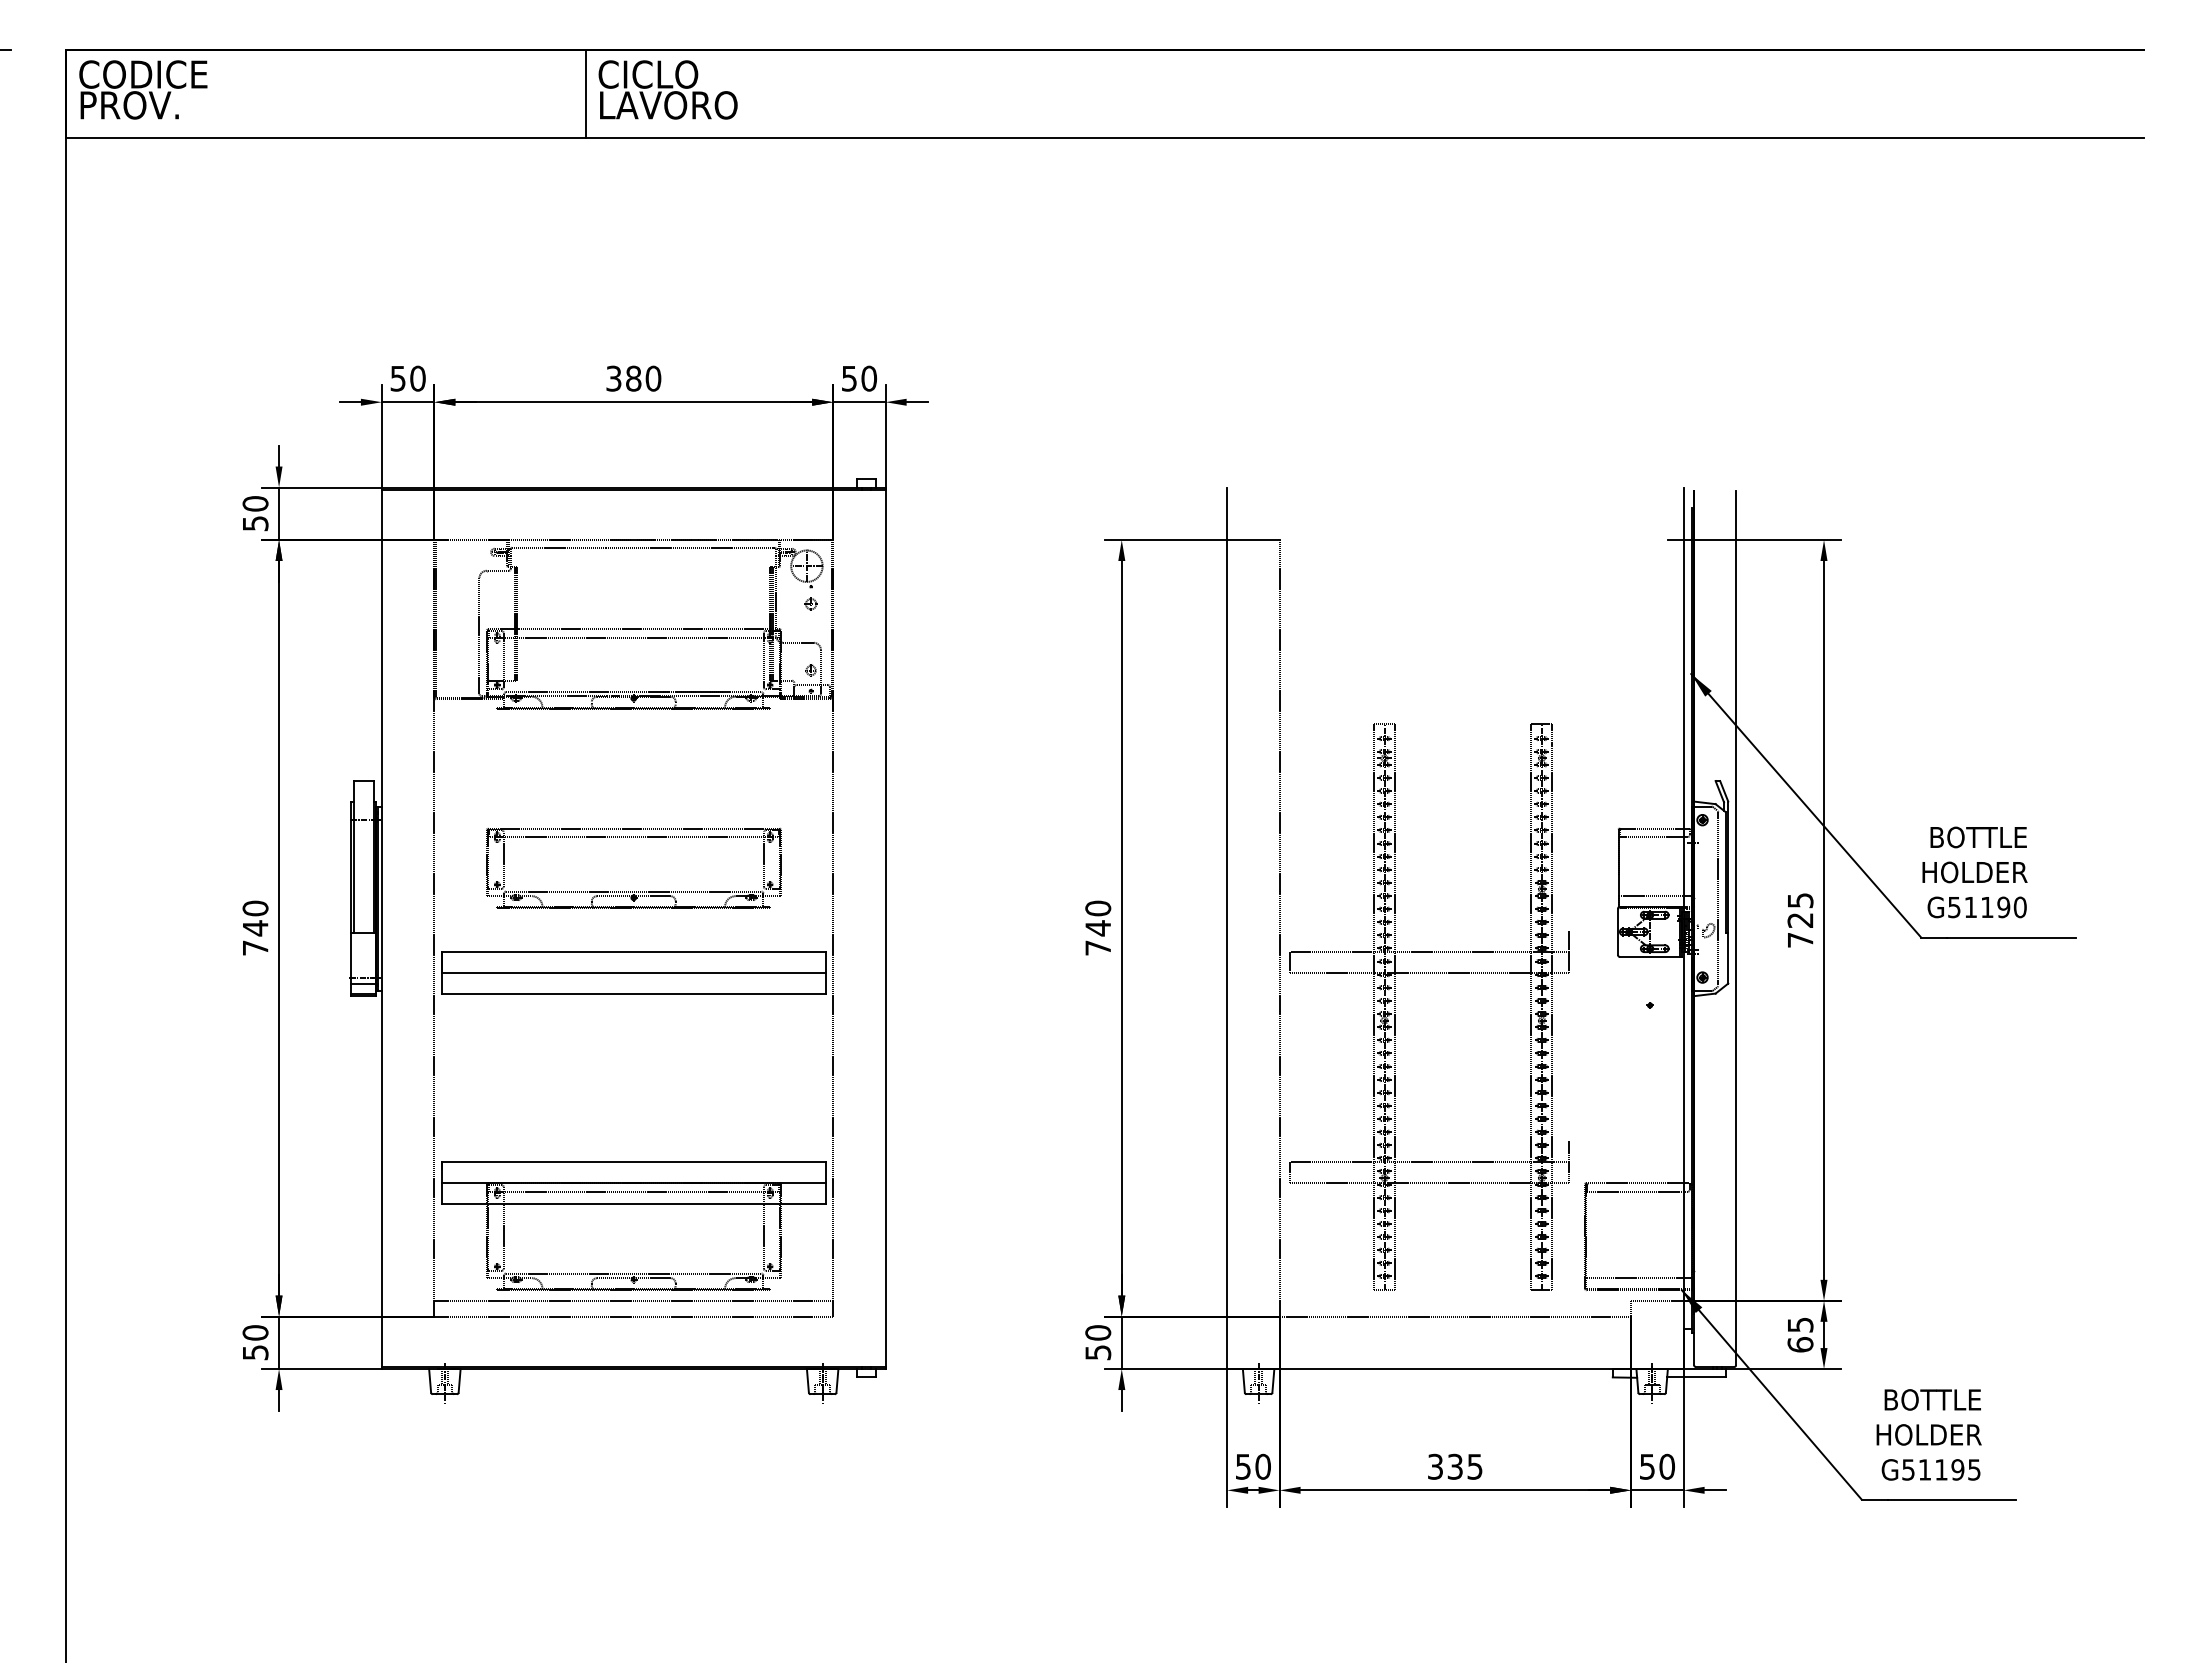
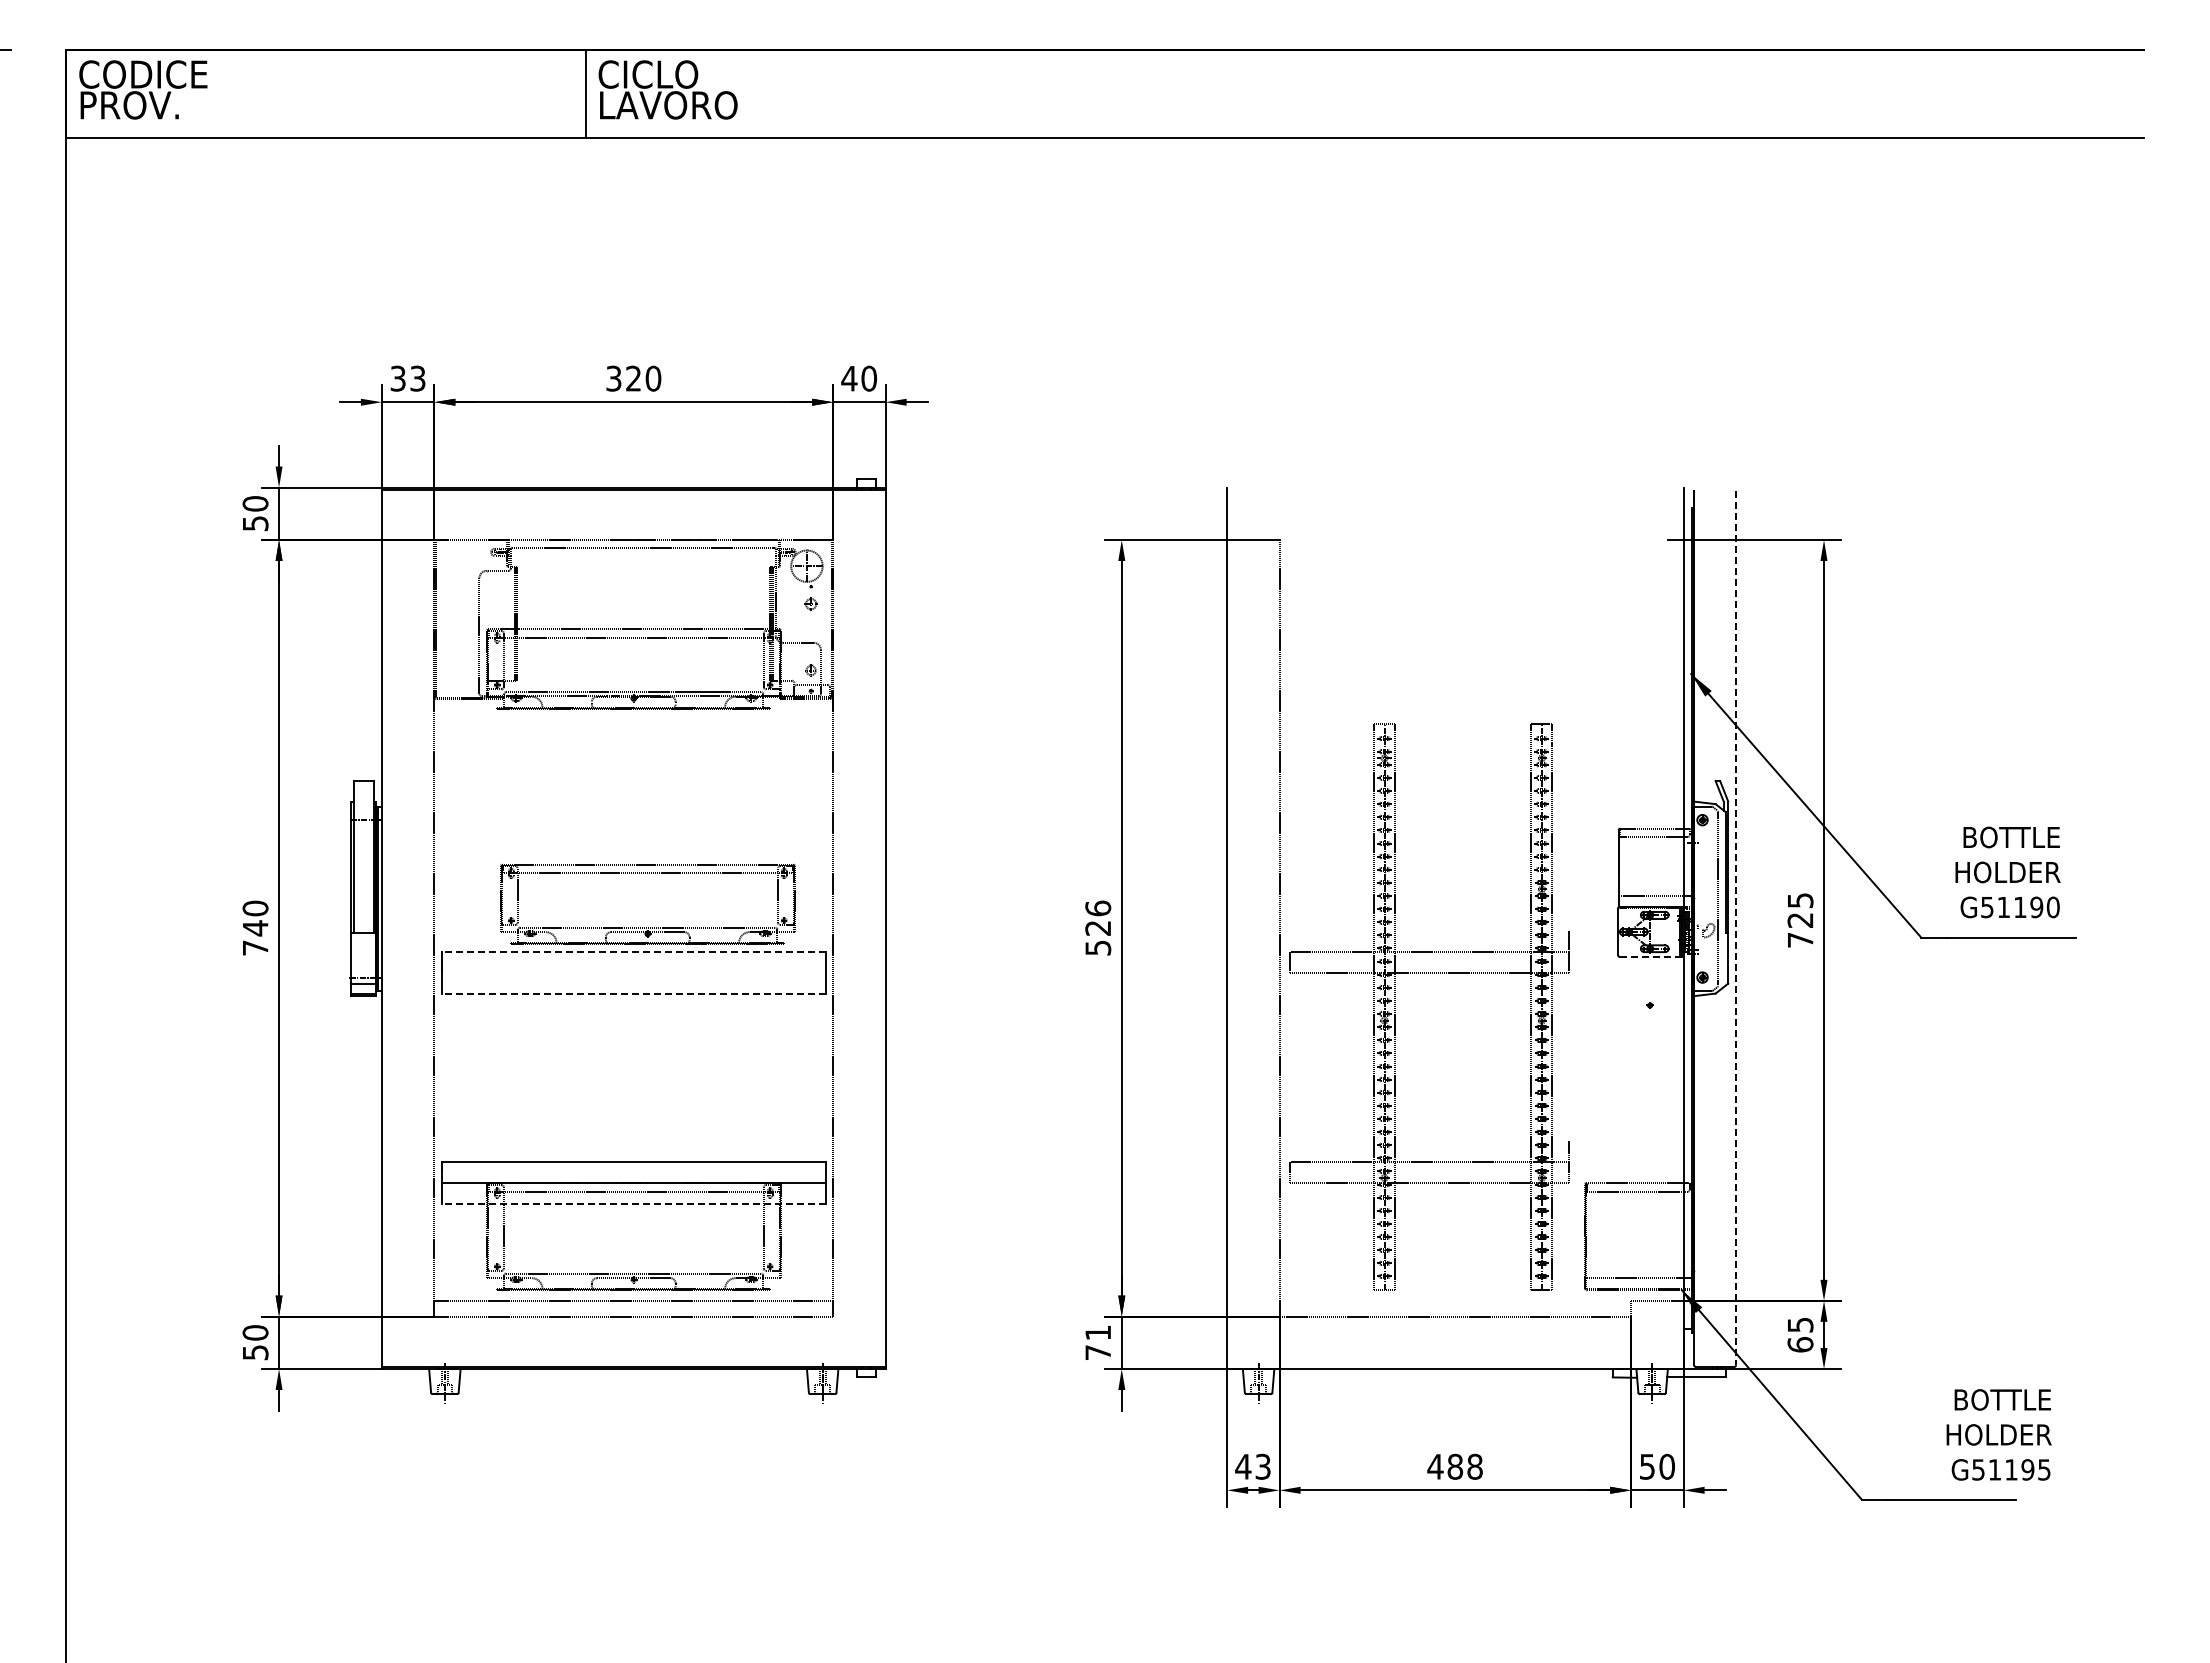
text at (408, 378): 50 -> 33
text at (633, 378): 380 -> 320
text at (849, 378): 50 -> 40
text at (1974, 872) position: (1974, 872) -> (2007, 872)
part at (632, 891) position: (632, 891) -> (646, 927)
text at (1098, 927): 740 -> 526
line at (1736, 928): solid -> dashed
line at (633, 952): solid -> dashed
line at (1651, 957): solid -> dashed
line at (633, 973): present -> none
line at (633, 994): solid -> dashed
line at (633, 1204): solid -> dashed
text at (1098, 1342): 50 -> 71
text at (1928, 1434) position: (1928, 1434) -> (1998, 1434)
text at (1252, 1466): 50 -> 43
text at (1454, 1466): 335 -> 488
